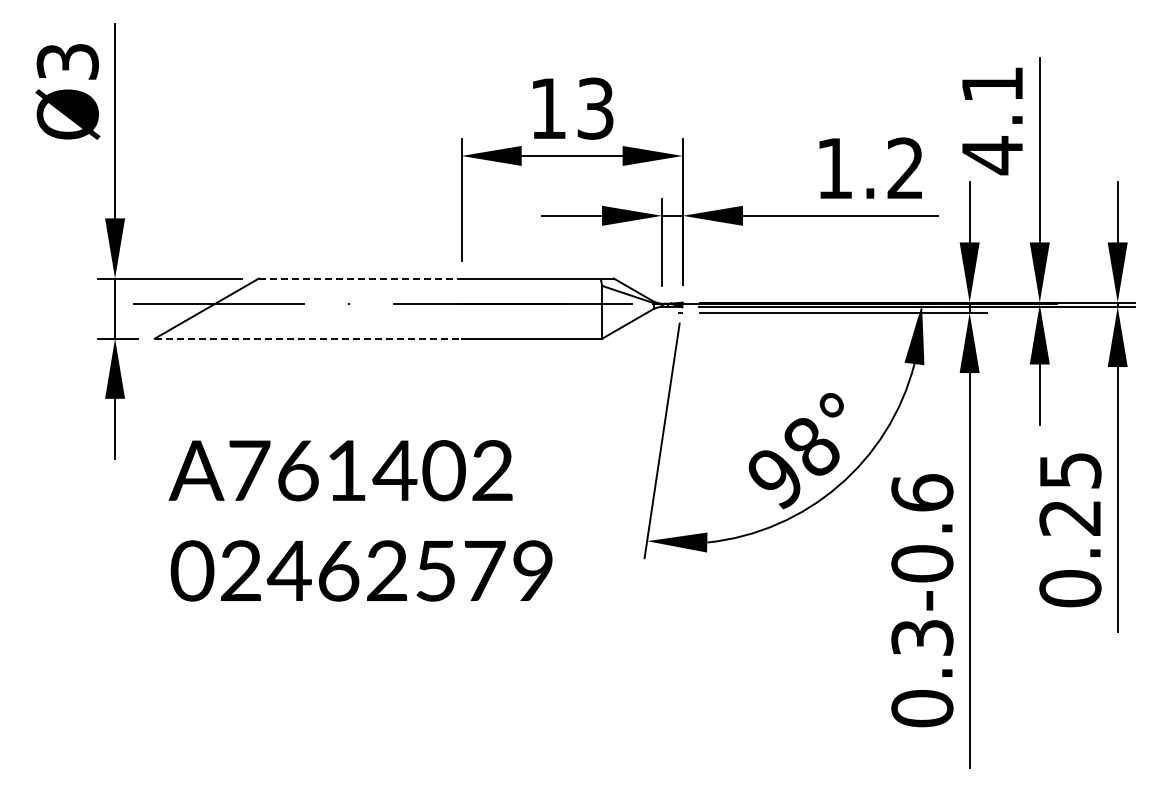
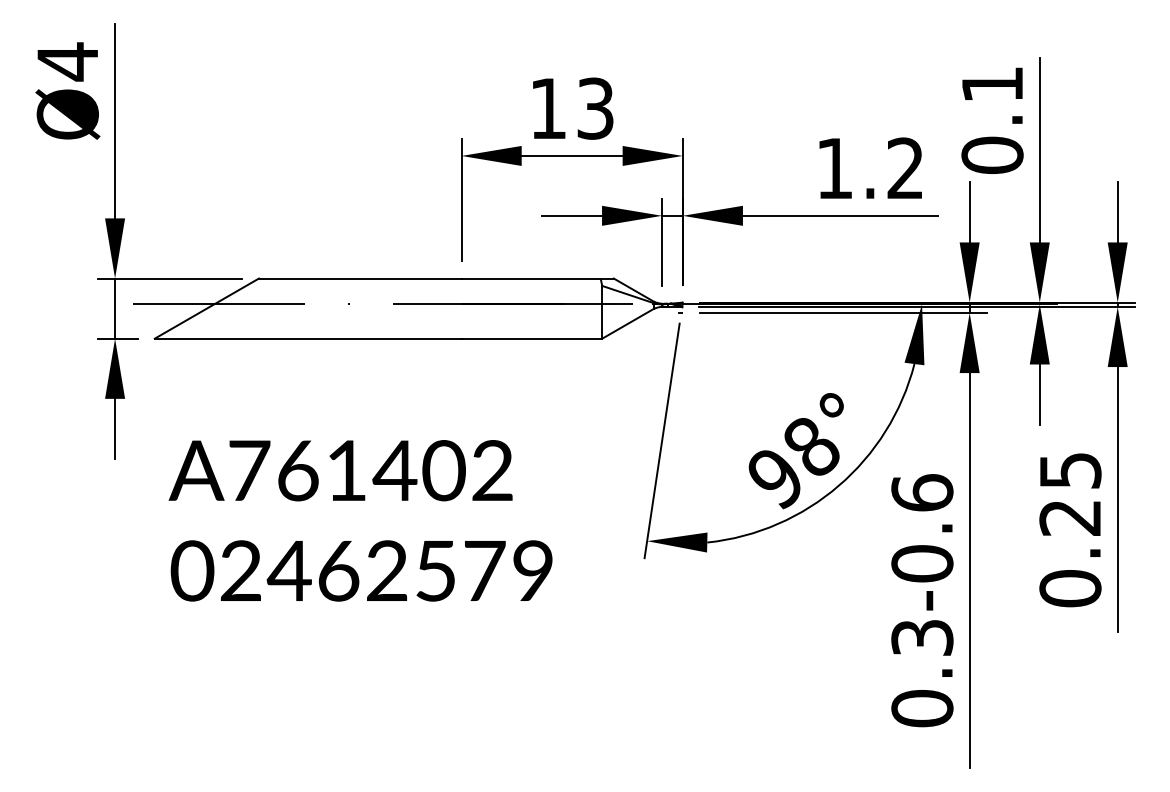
text at (67, 61): Ø3 -> Ø4
text at (992, 155): 4.1 -> 0.1
line at (360, 278): dashed -> solid
line at (308, 338): dashed -> solid
